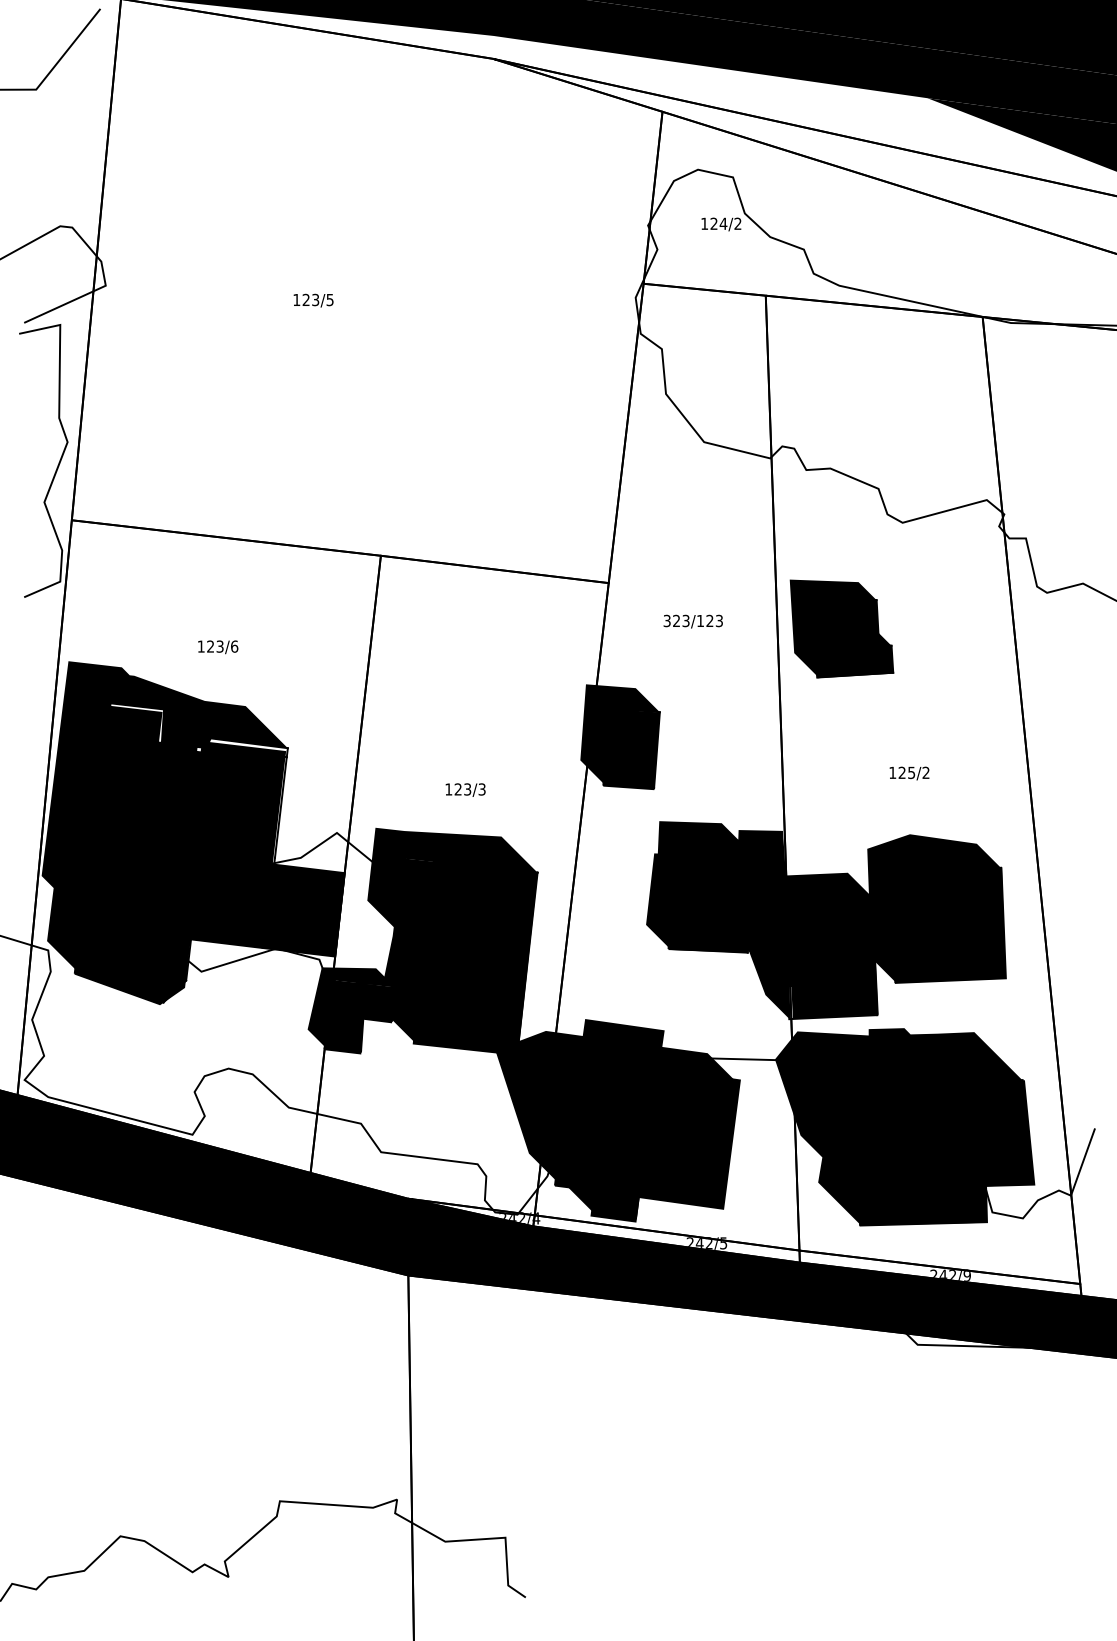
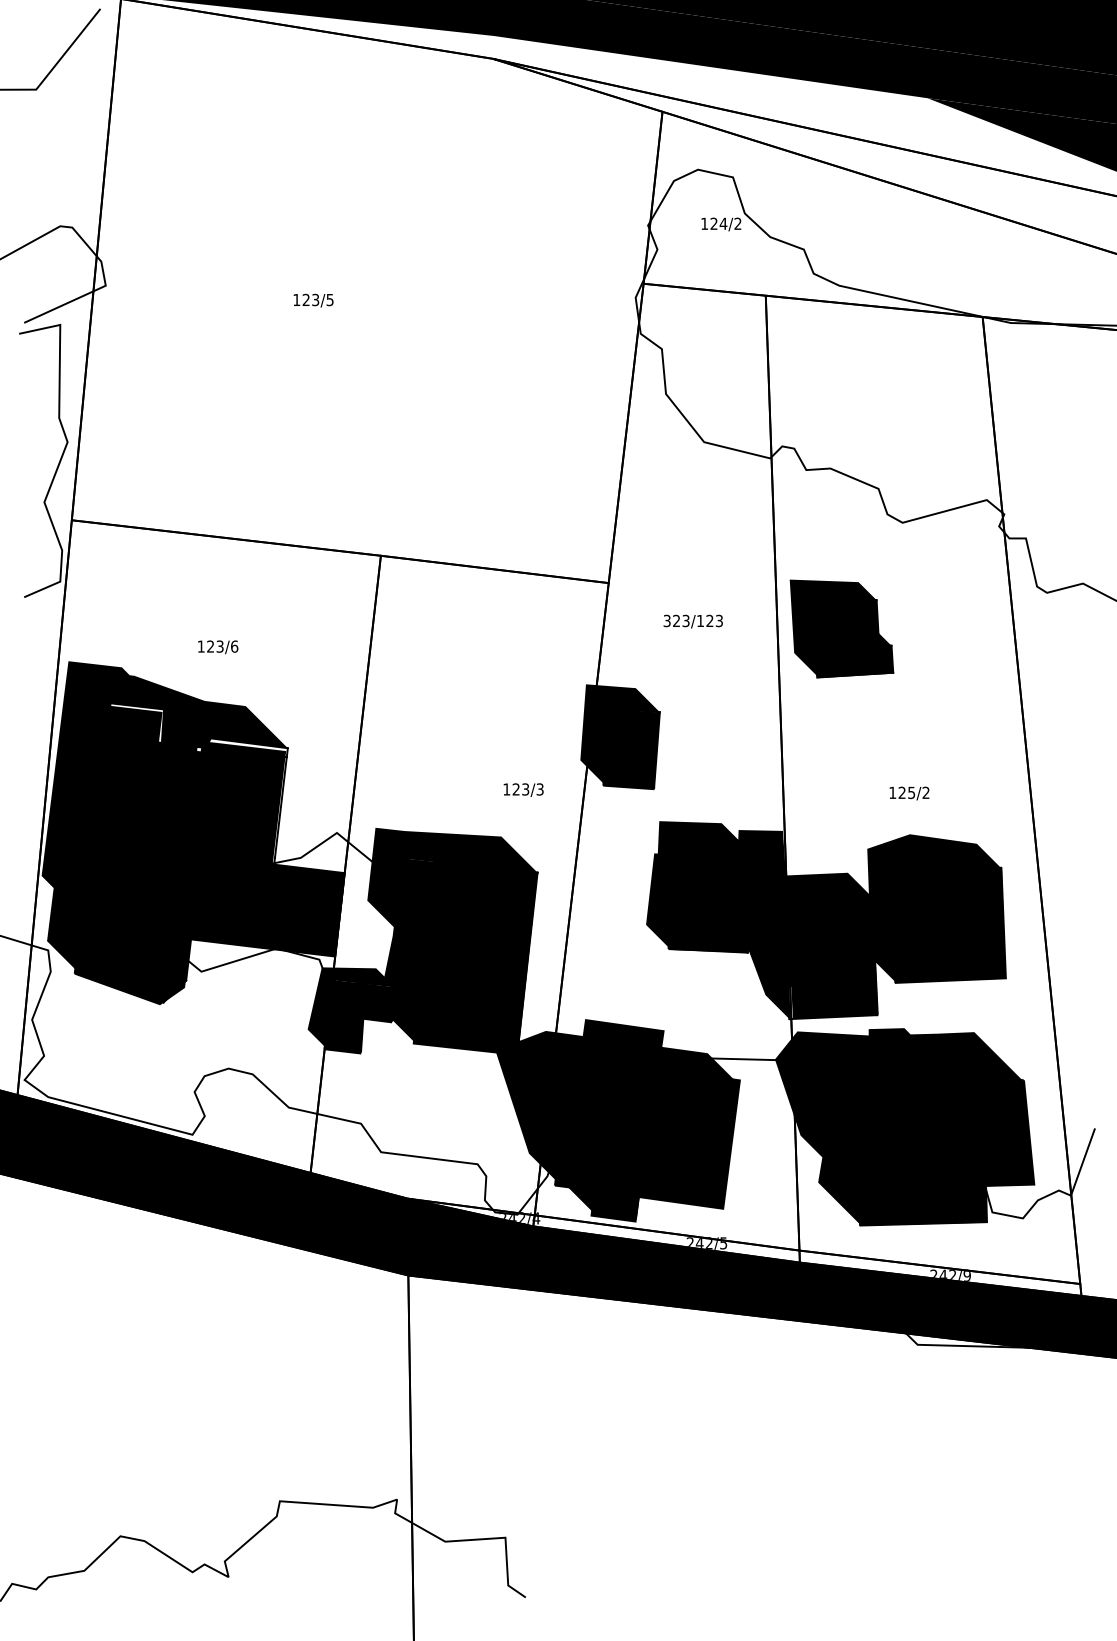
text at (909, 773) position: (909, 773) -> (909, 793)
text at (465, 789) position: (465, 789) -> (523, 789)
